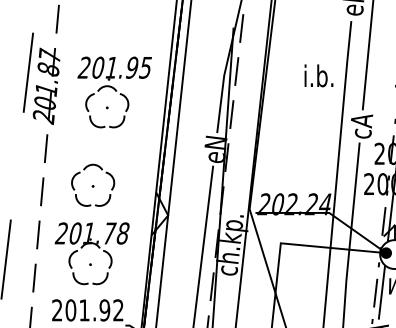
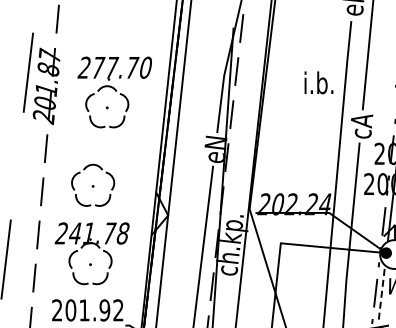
text at (121, 67): 201.95 -> 277.70
text at (318, 75) position: (318, 75) -> (318, 82)
text at (75, 233): 201.78 -> 241.78
line at (382, 292): solid -> dashed
